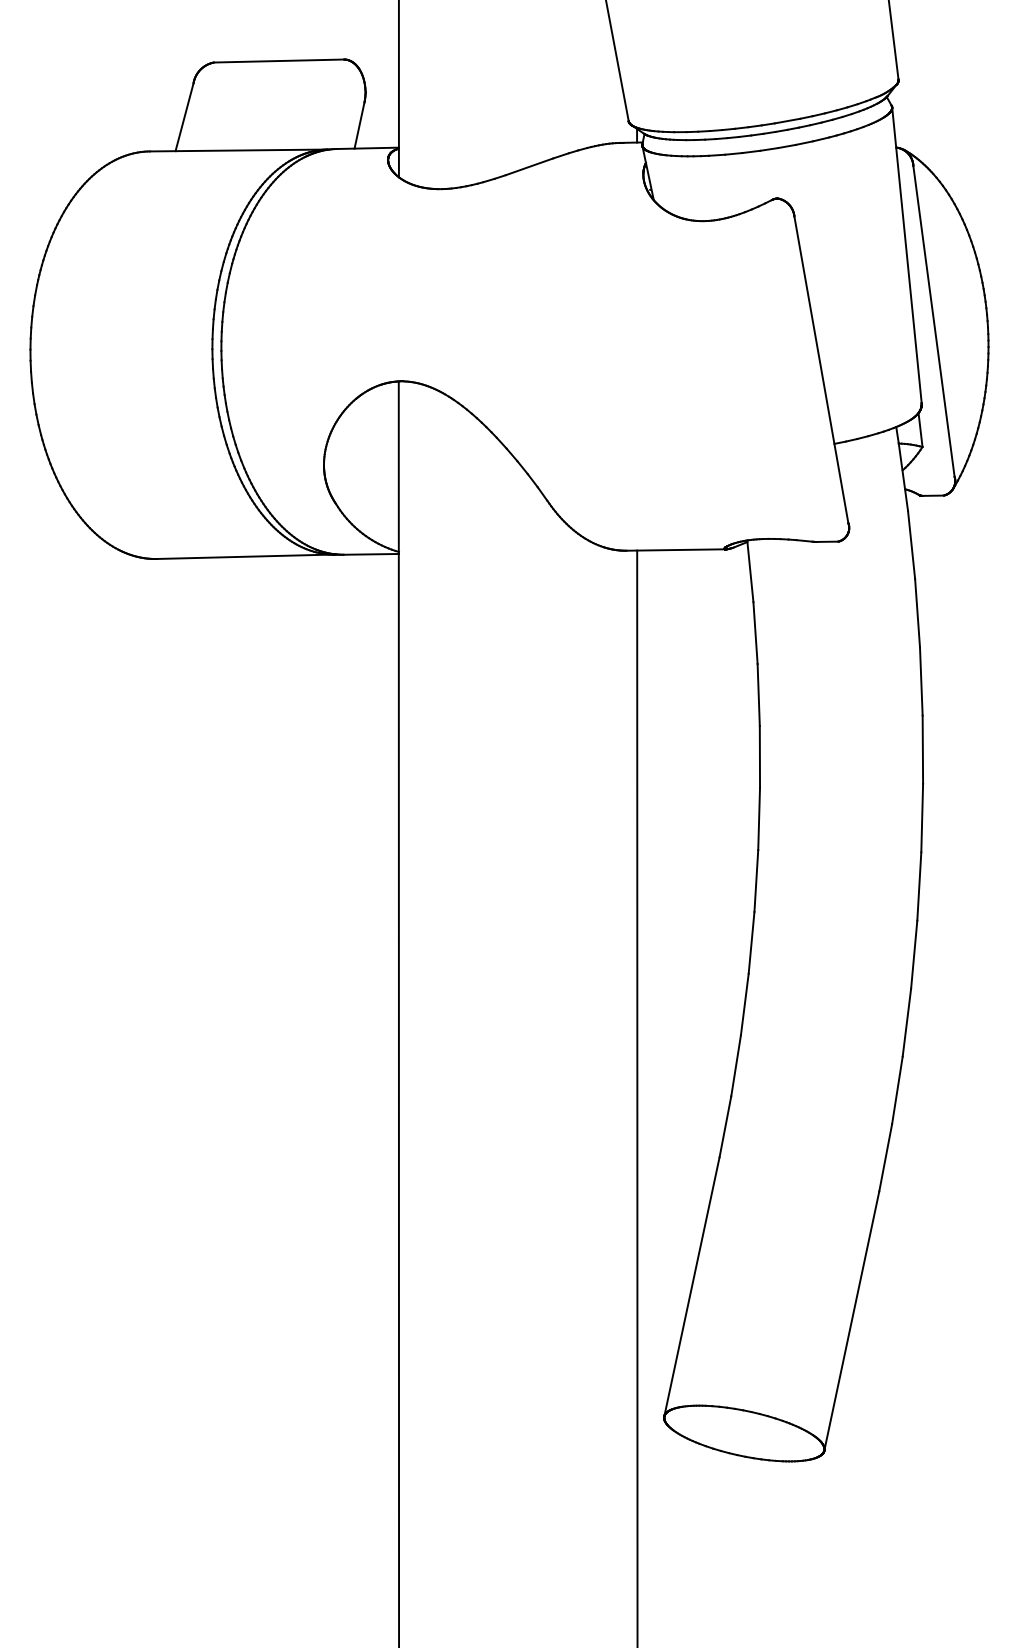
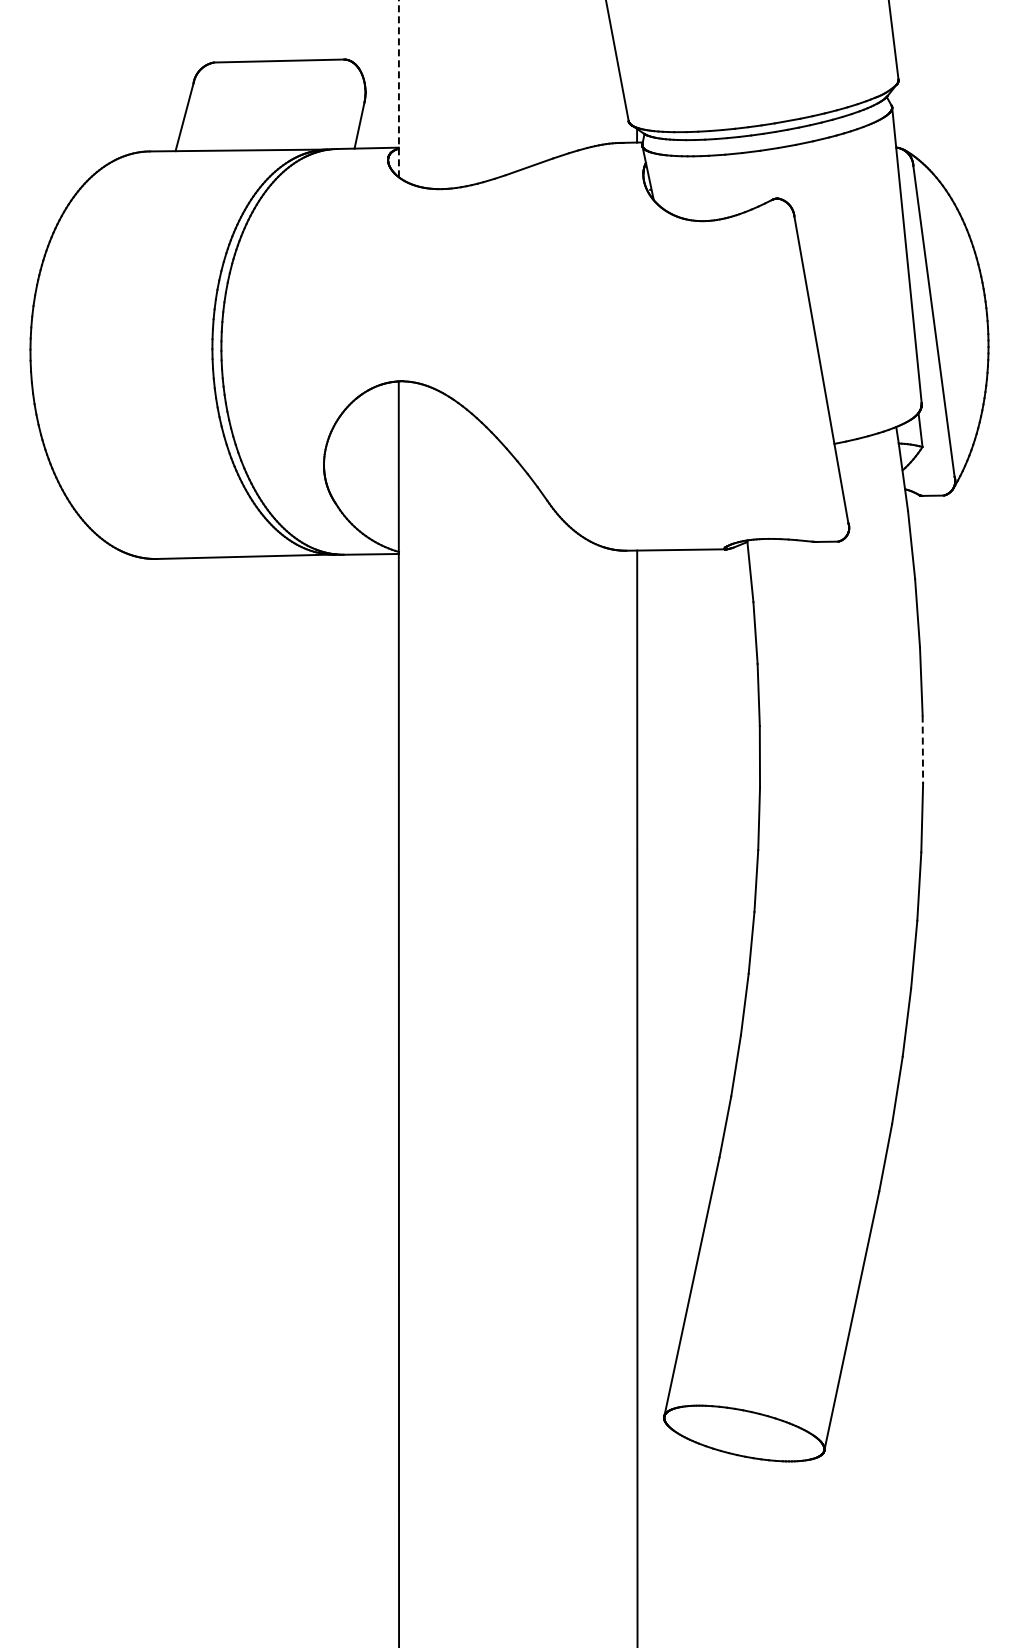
line at (398, 88): solid -> dashed
line at (922, 750): solid -> dashed
